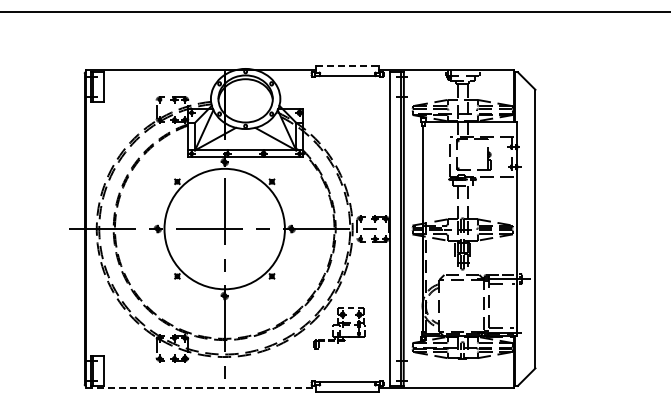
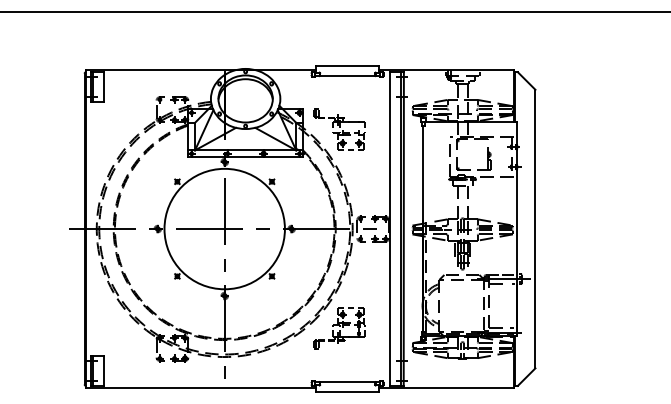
line at (348, 66): dashed -> solid
part at (339, 129): none -> present
line at (201, 387): dashed -> solid
